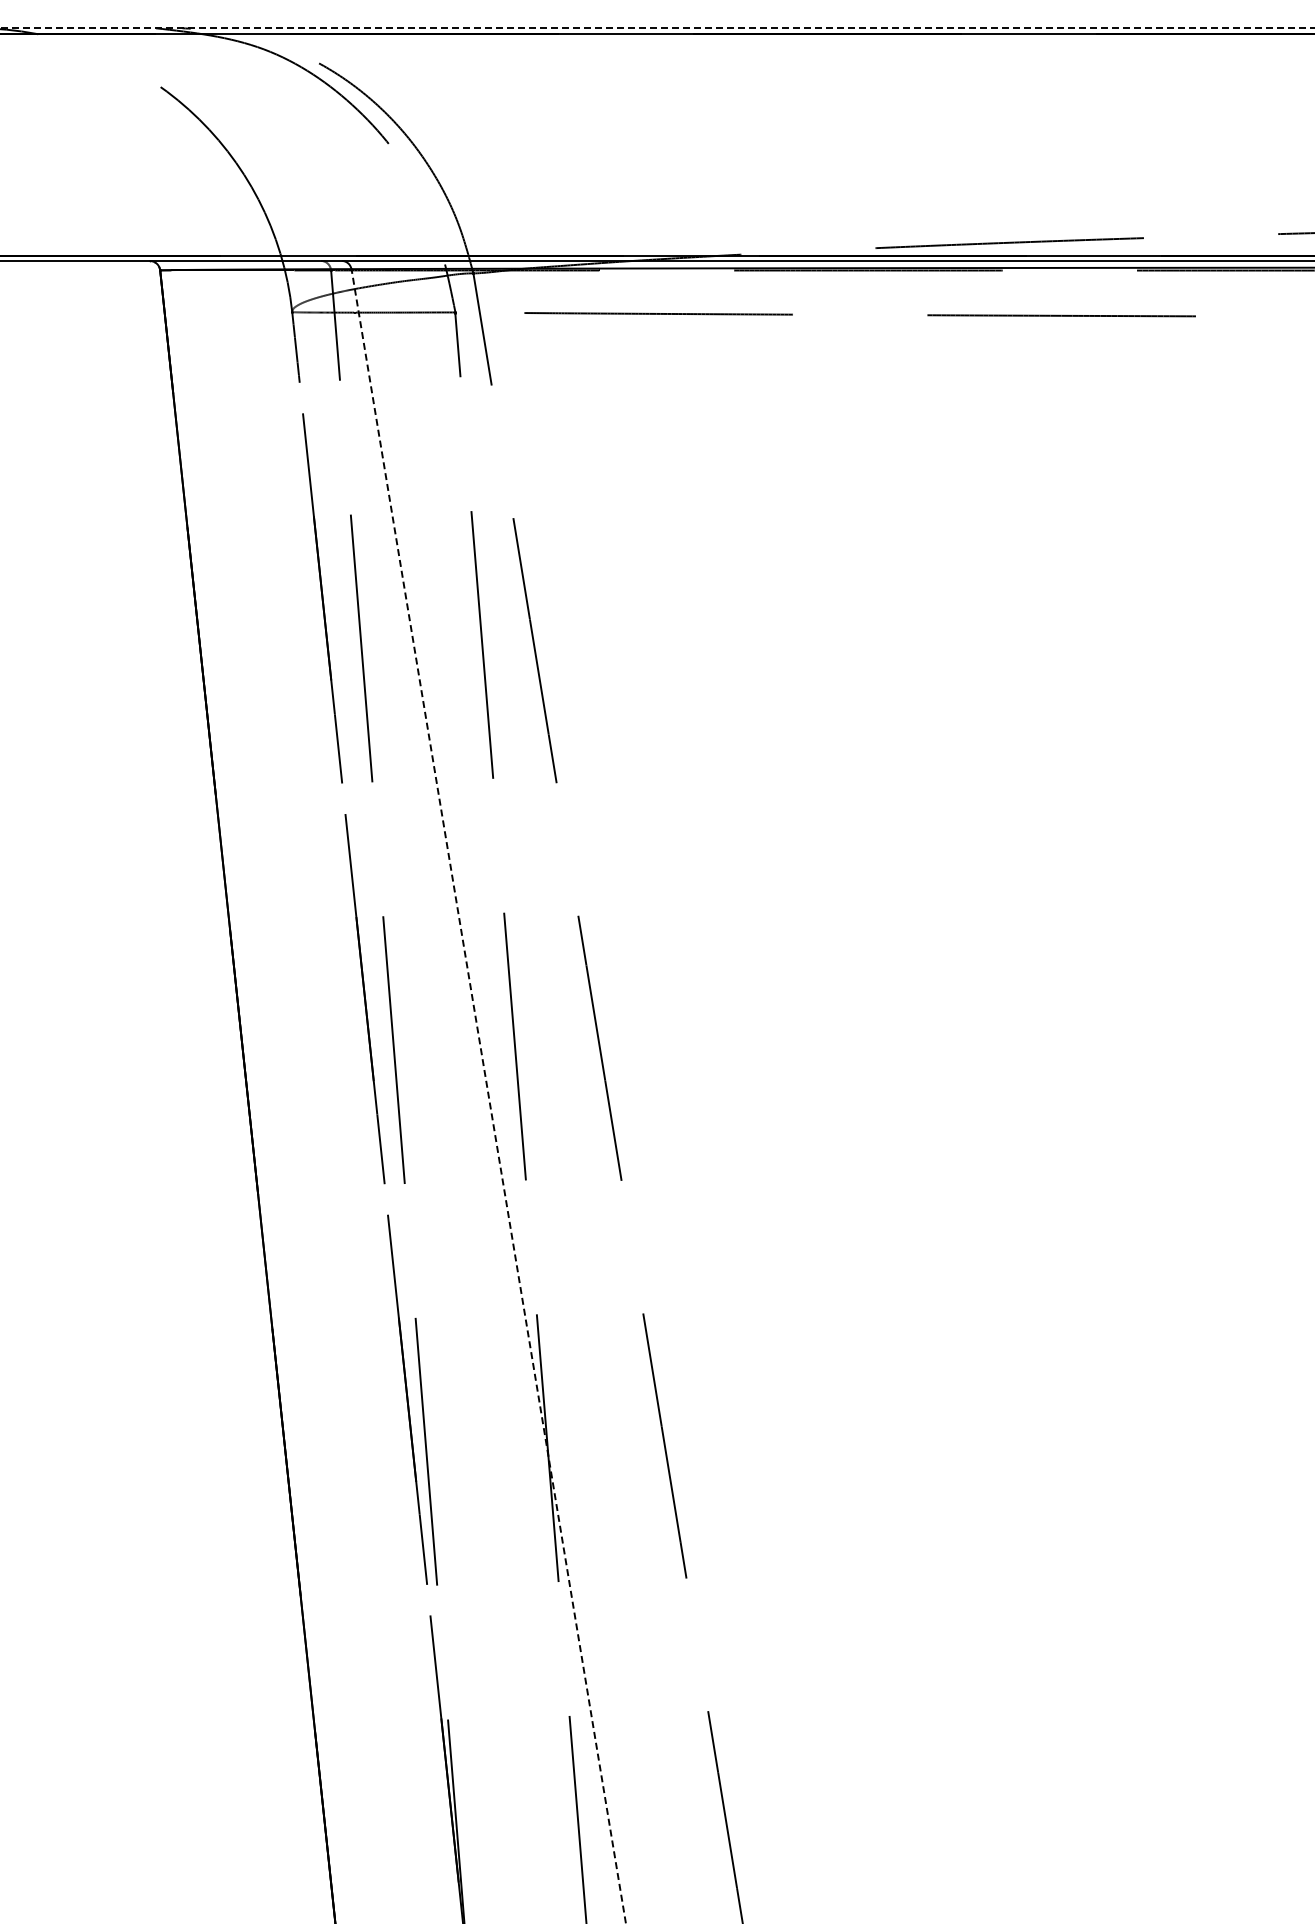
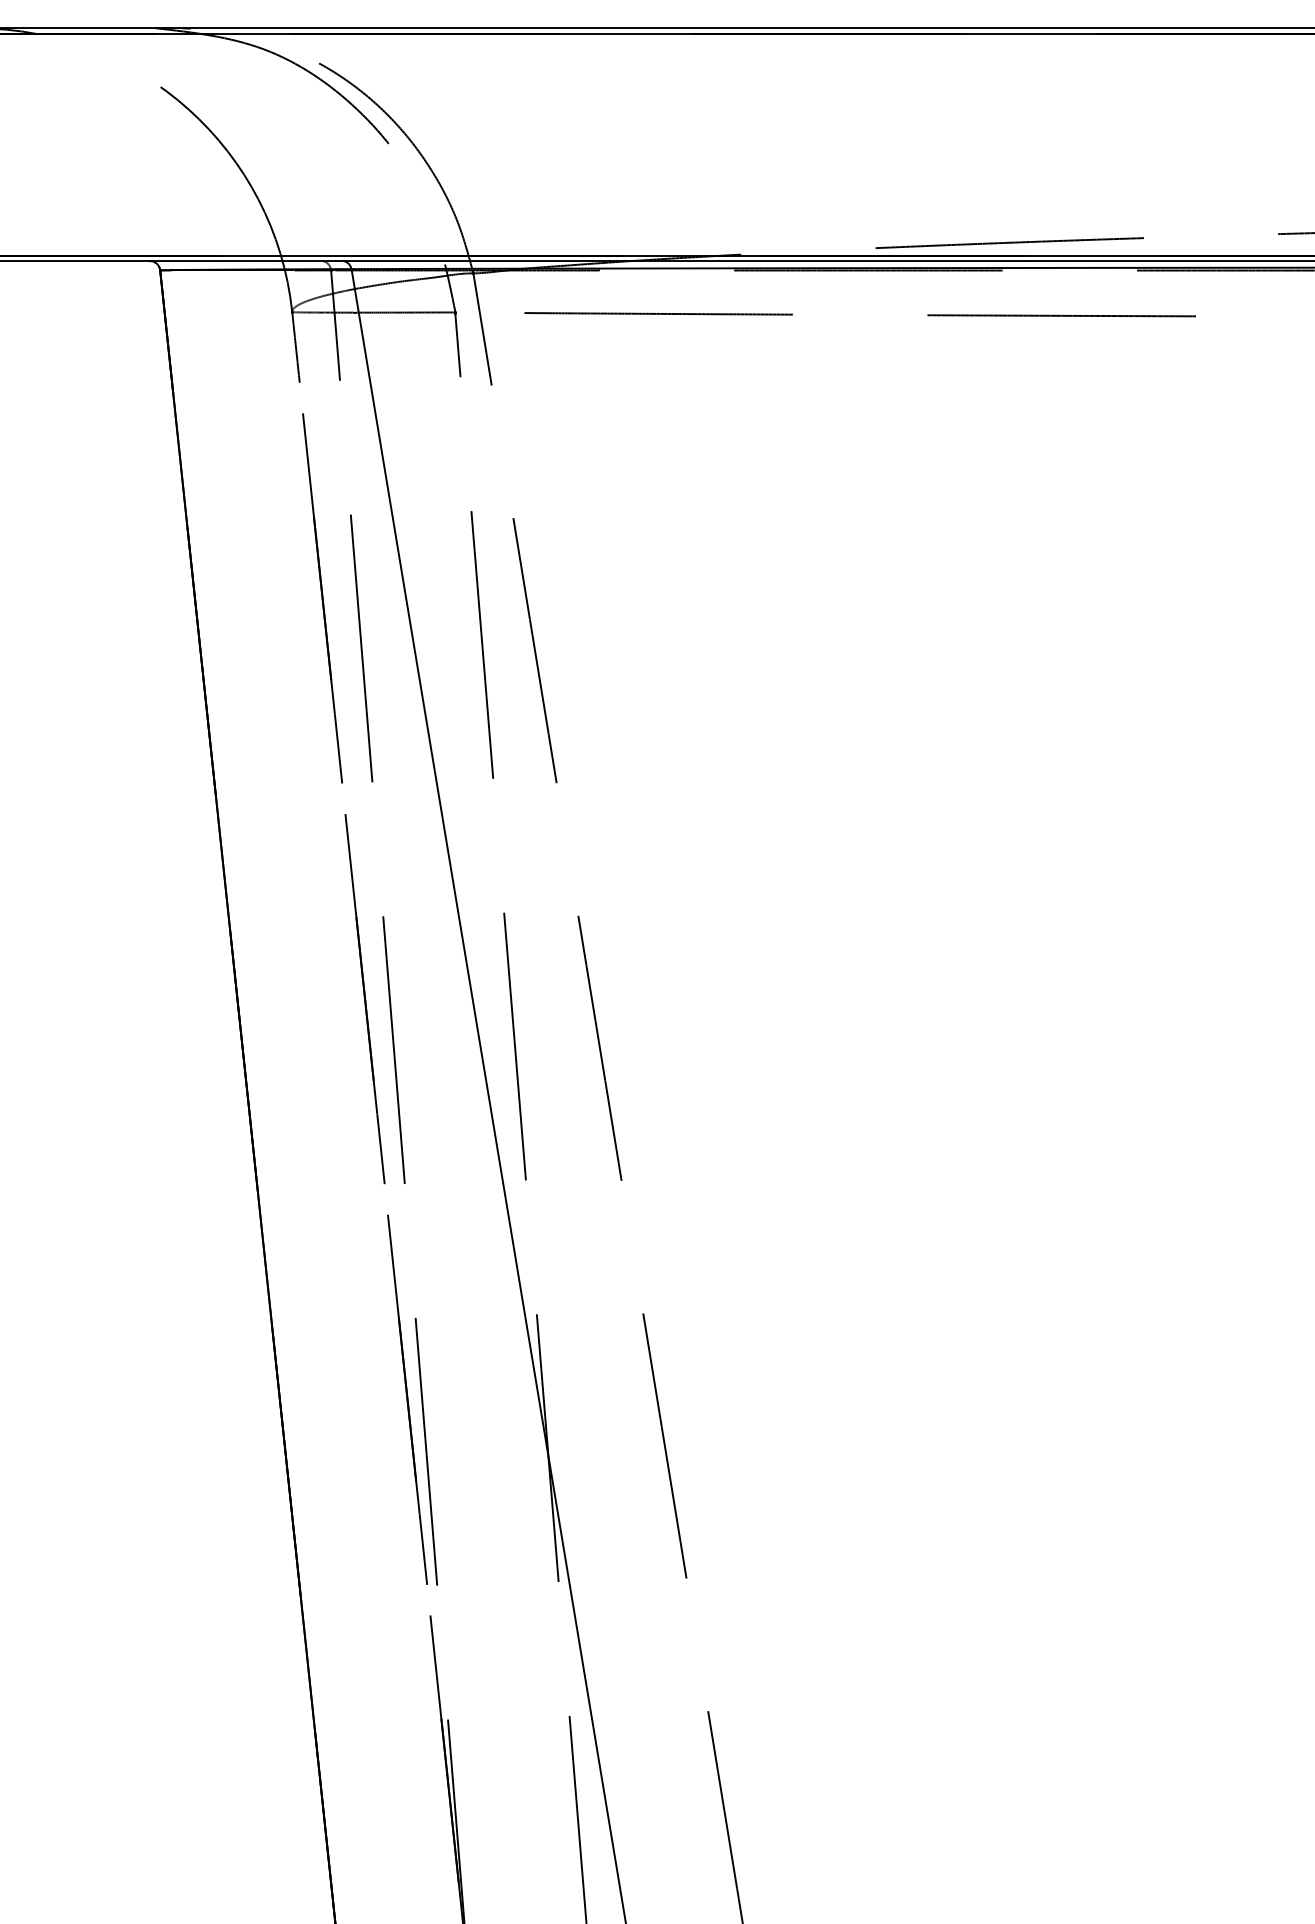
line at (657, 28): dashed -> solid
line at (488, 1095): dashed -> solid
